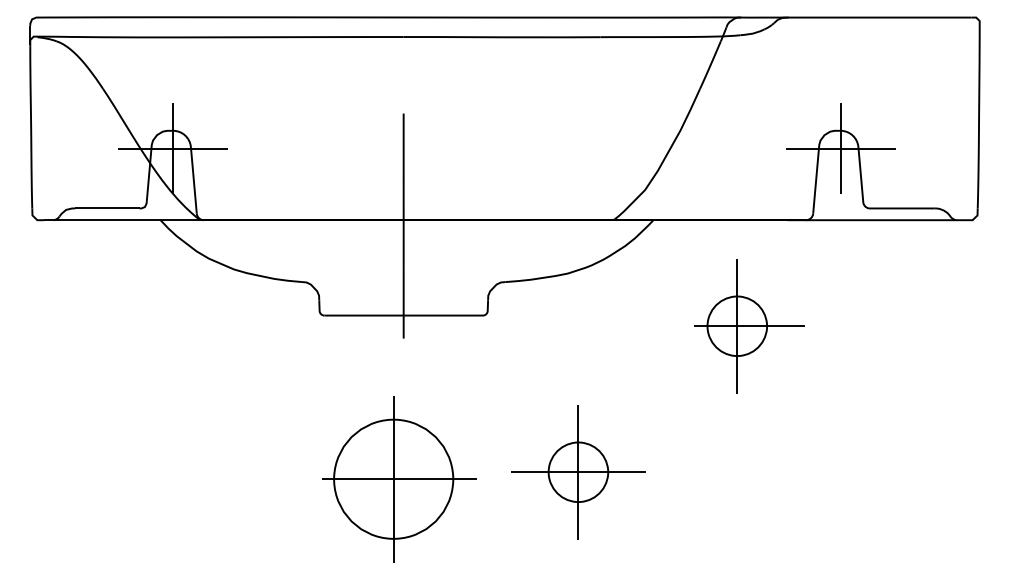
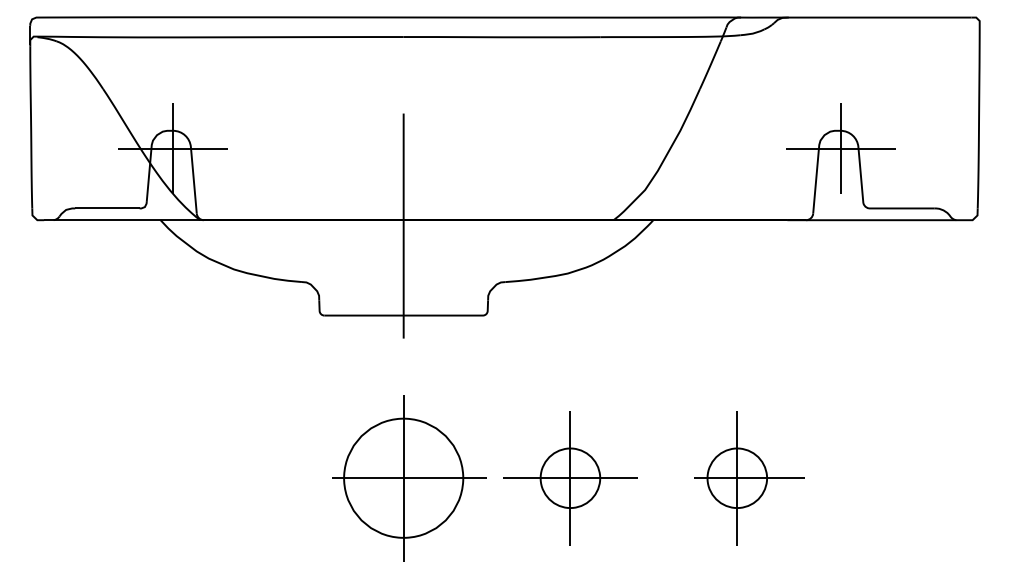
part at (749, 326) position: (749, 326) -> (749, 478)
part at (578, 472) position: (578, 472) -> (570, 478)
part at (399, 479) position: (399, 479) -> (409, 478)
